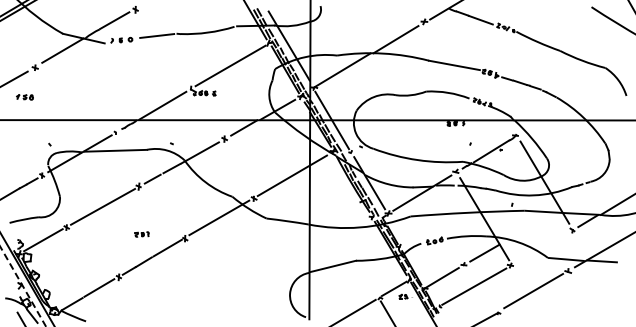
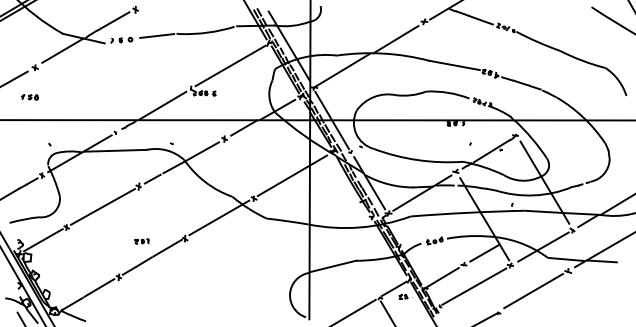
part at (24, 97) position: (24, 97) -> (29, 97)
part at (141, 234) position: (141, 234) -> (141, 241)
line at (543, 246): none -> present
line at (23, 286): dashed -> solid
